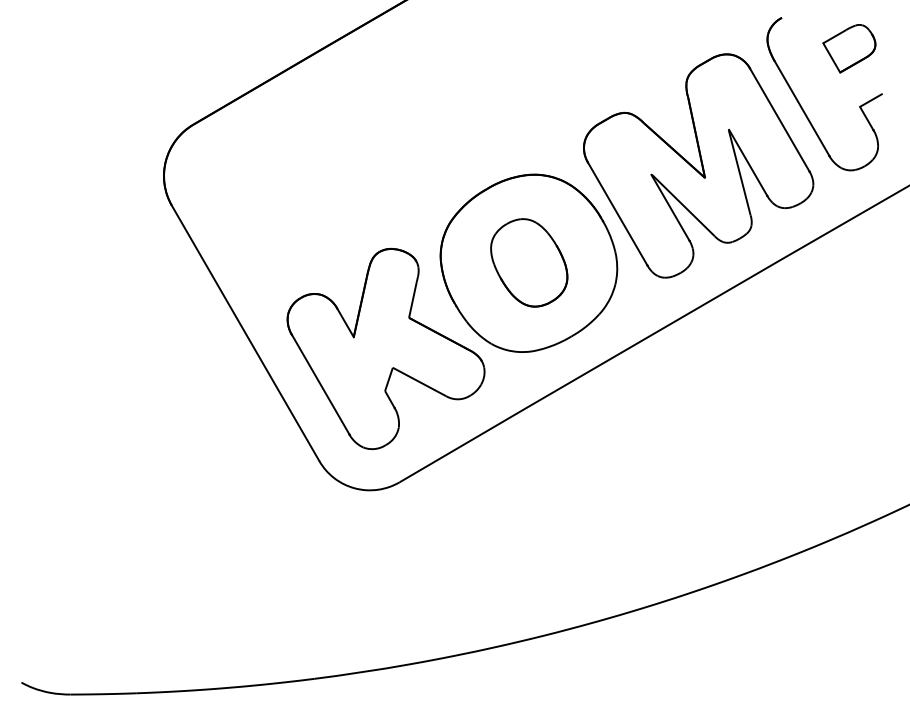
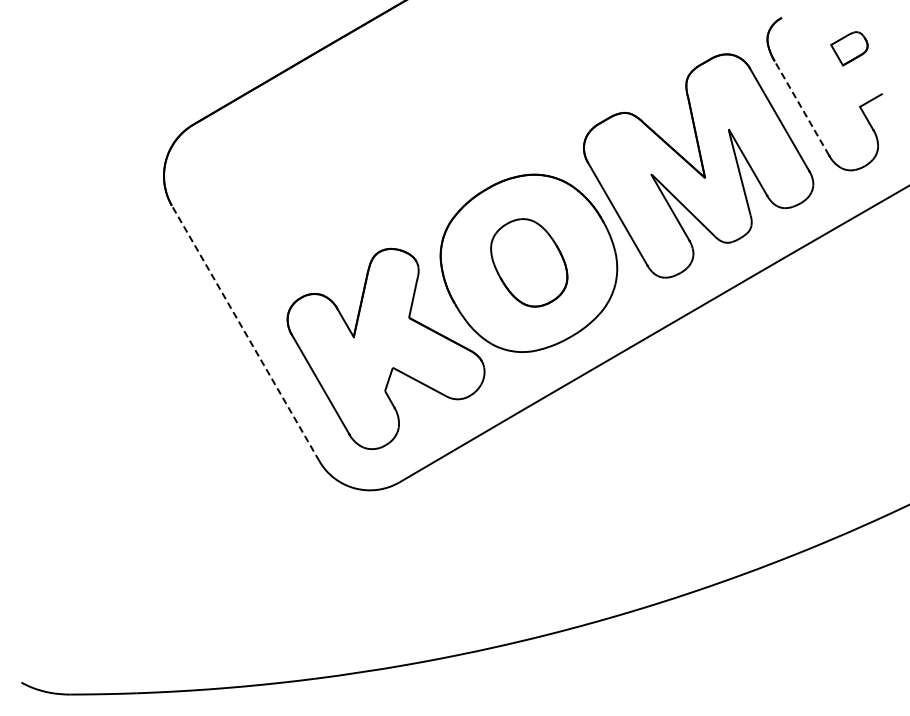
part at (849, 48) size: 55x50 px -> 39x36 px
line at (801, 107): solid -> dashed
line at (245, 332): solid -> dashed
